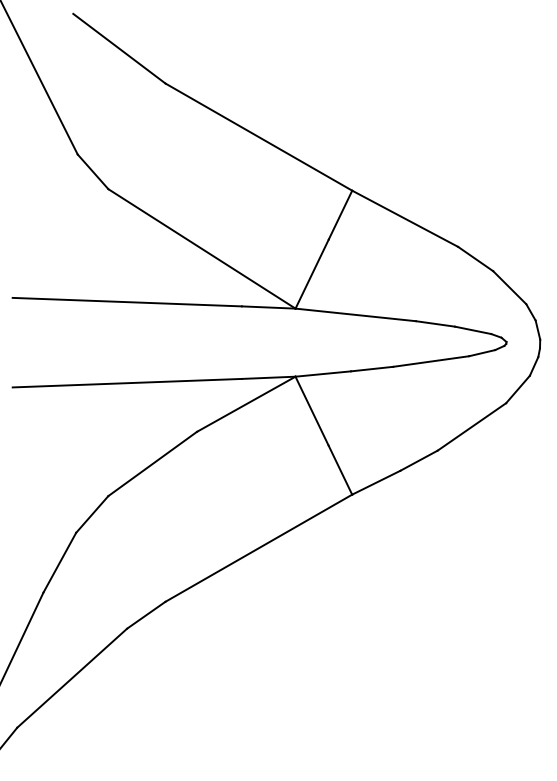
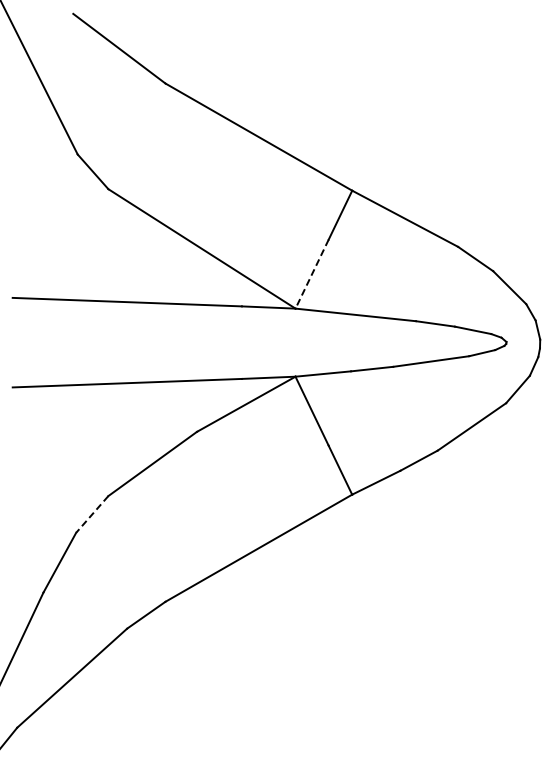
line at (311, 274): solid -> dashed
line at (91, 514): solid -> dashed
